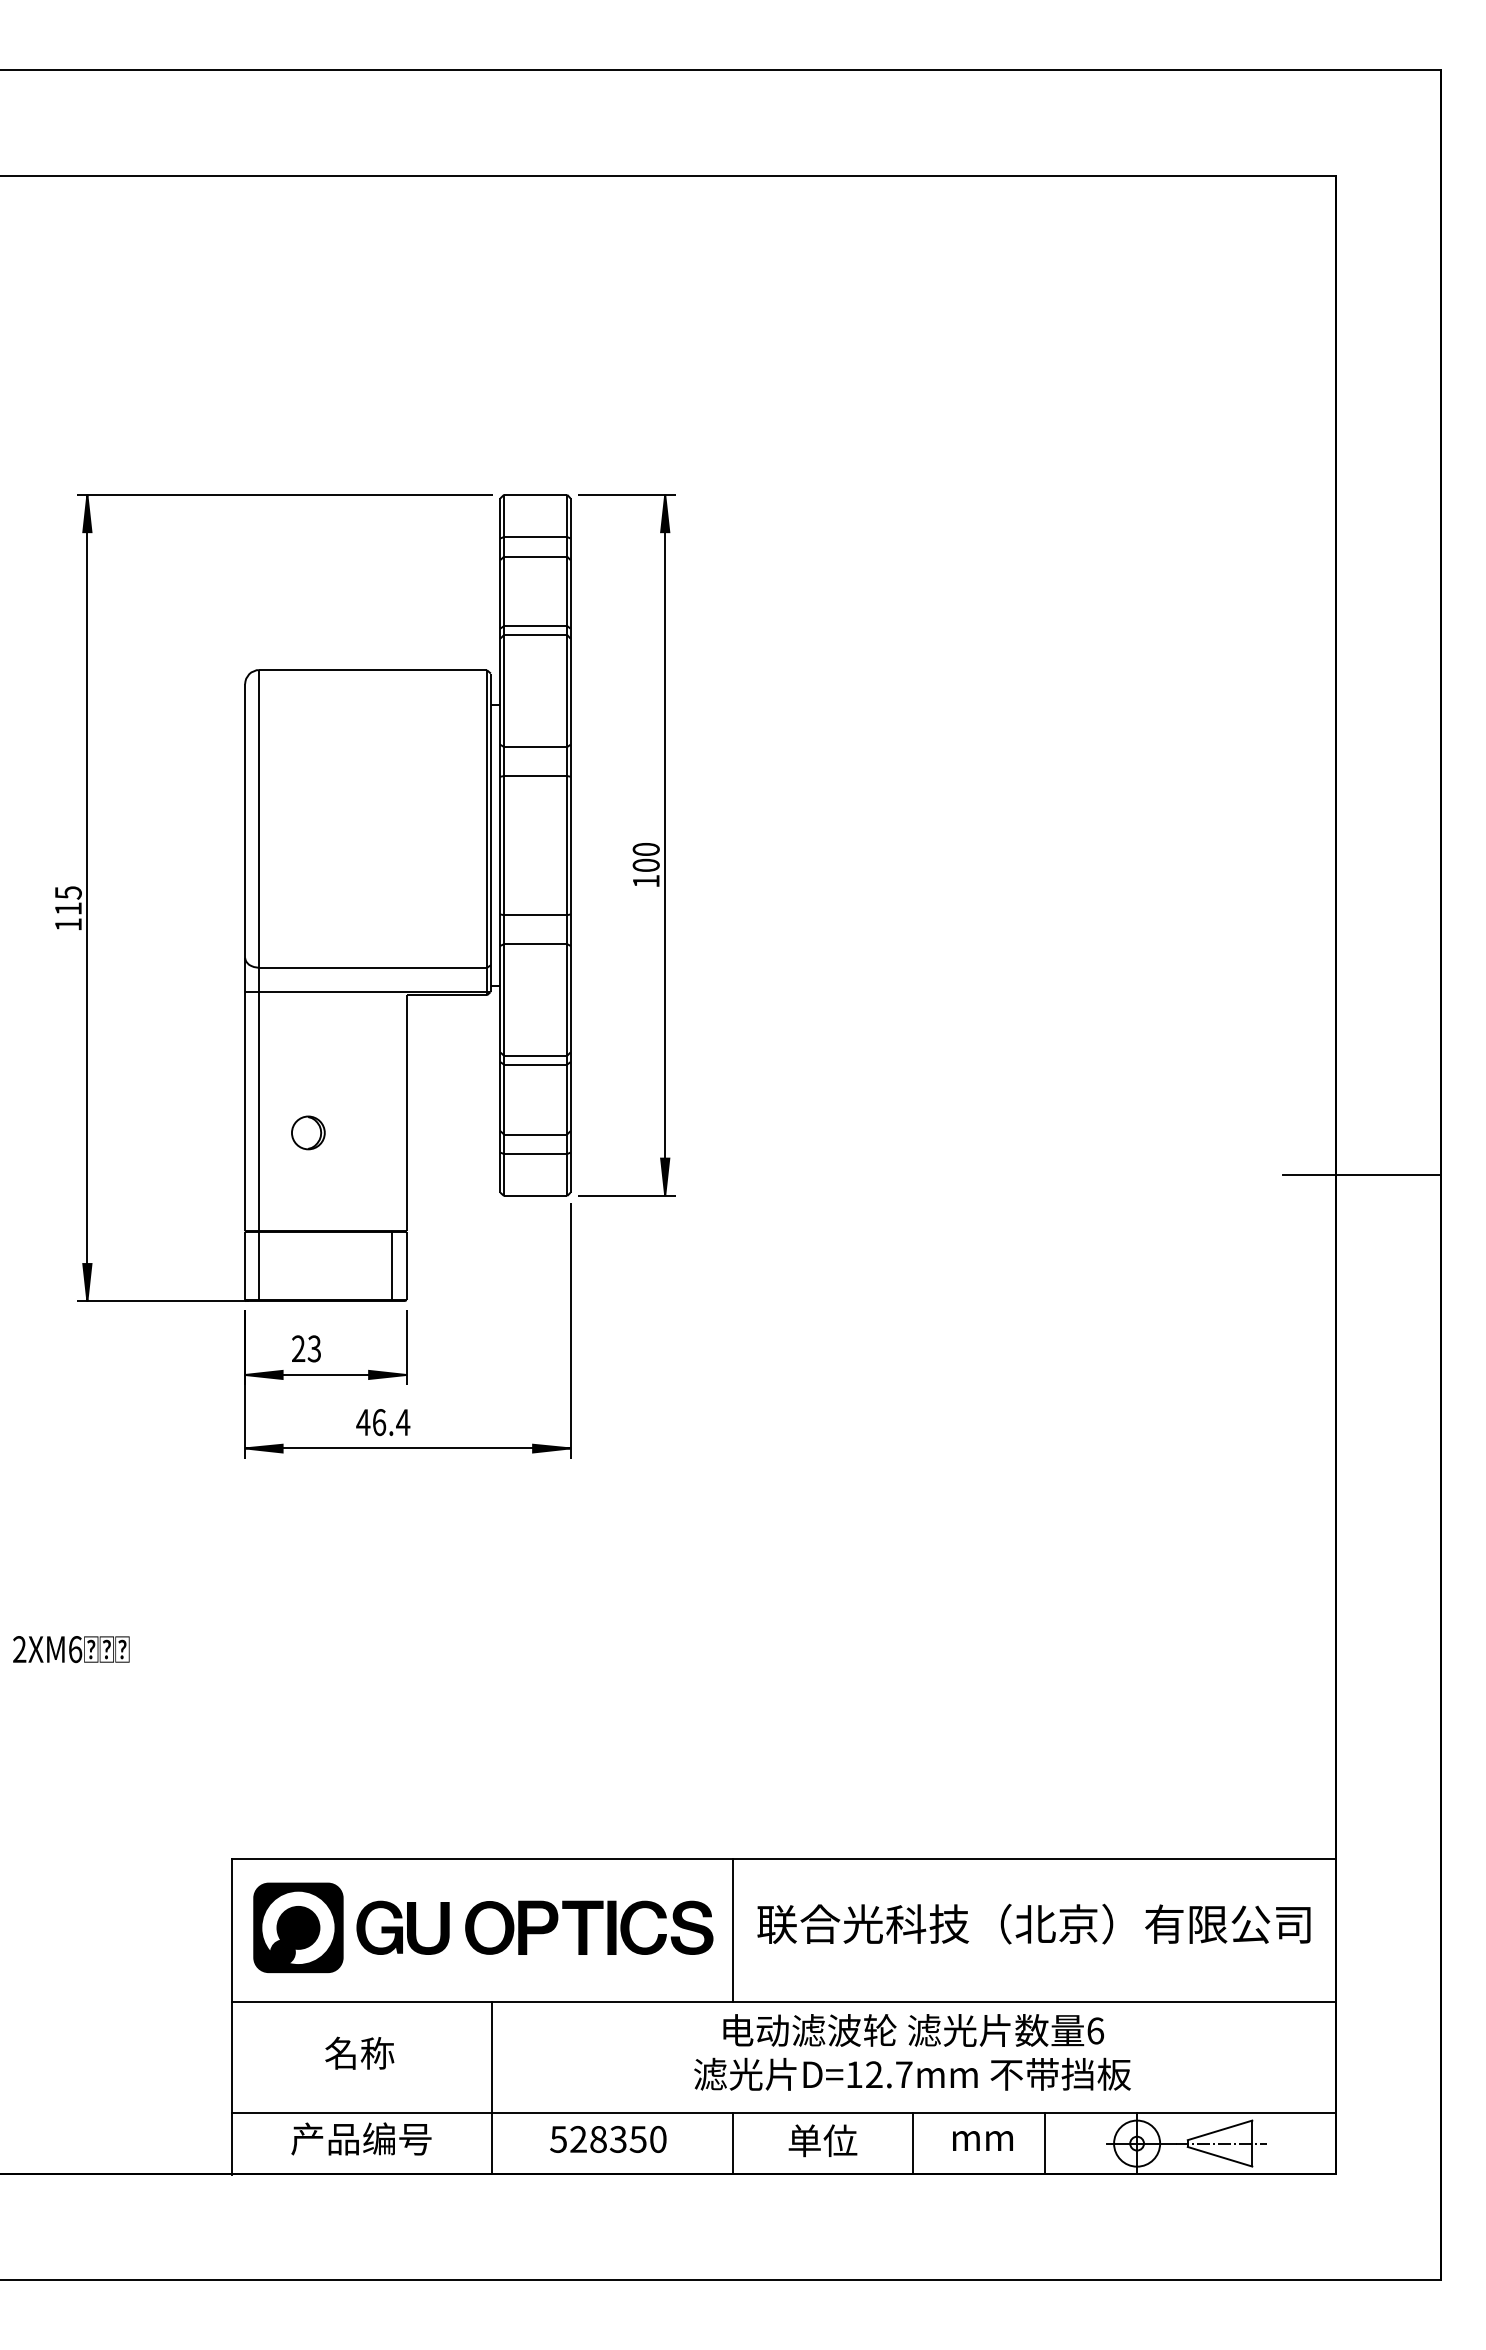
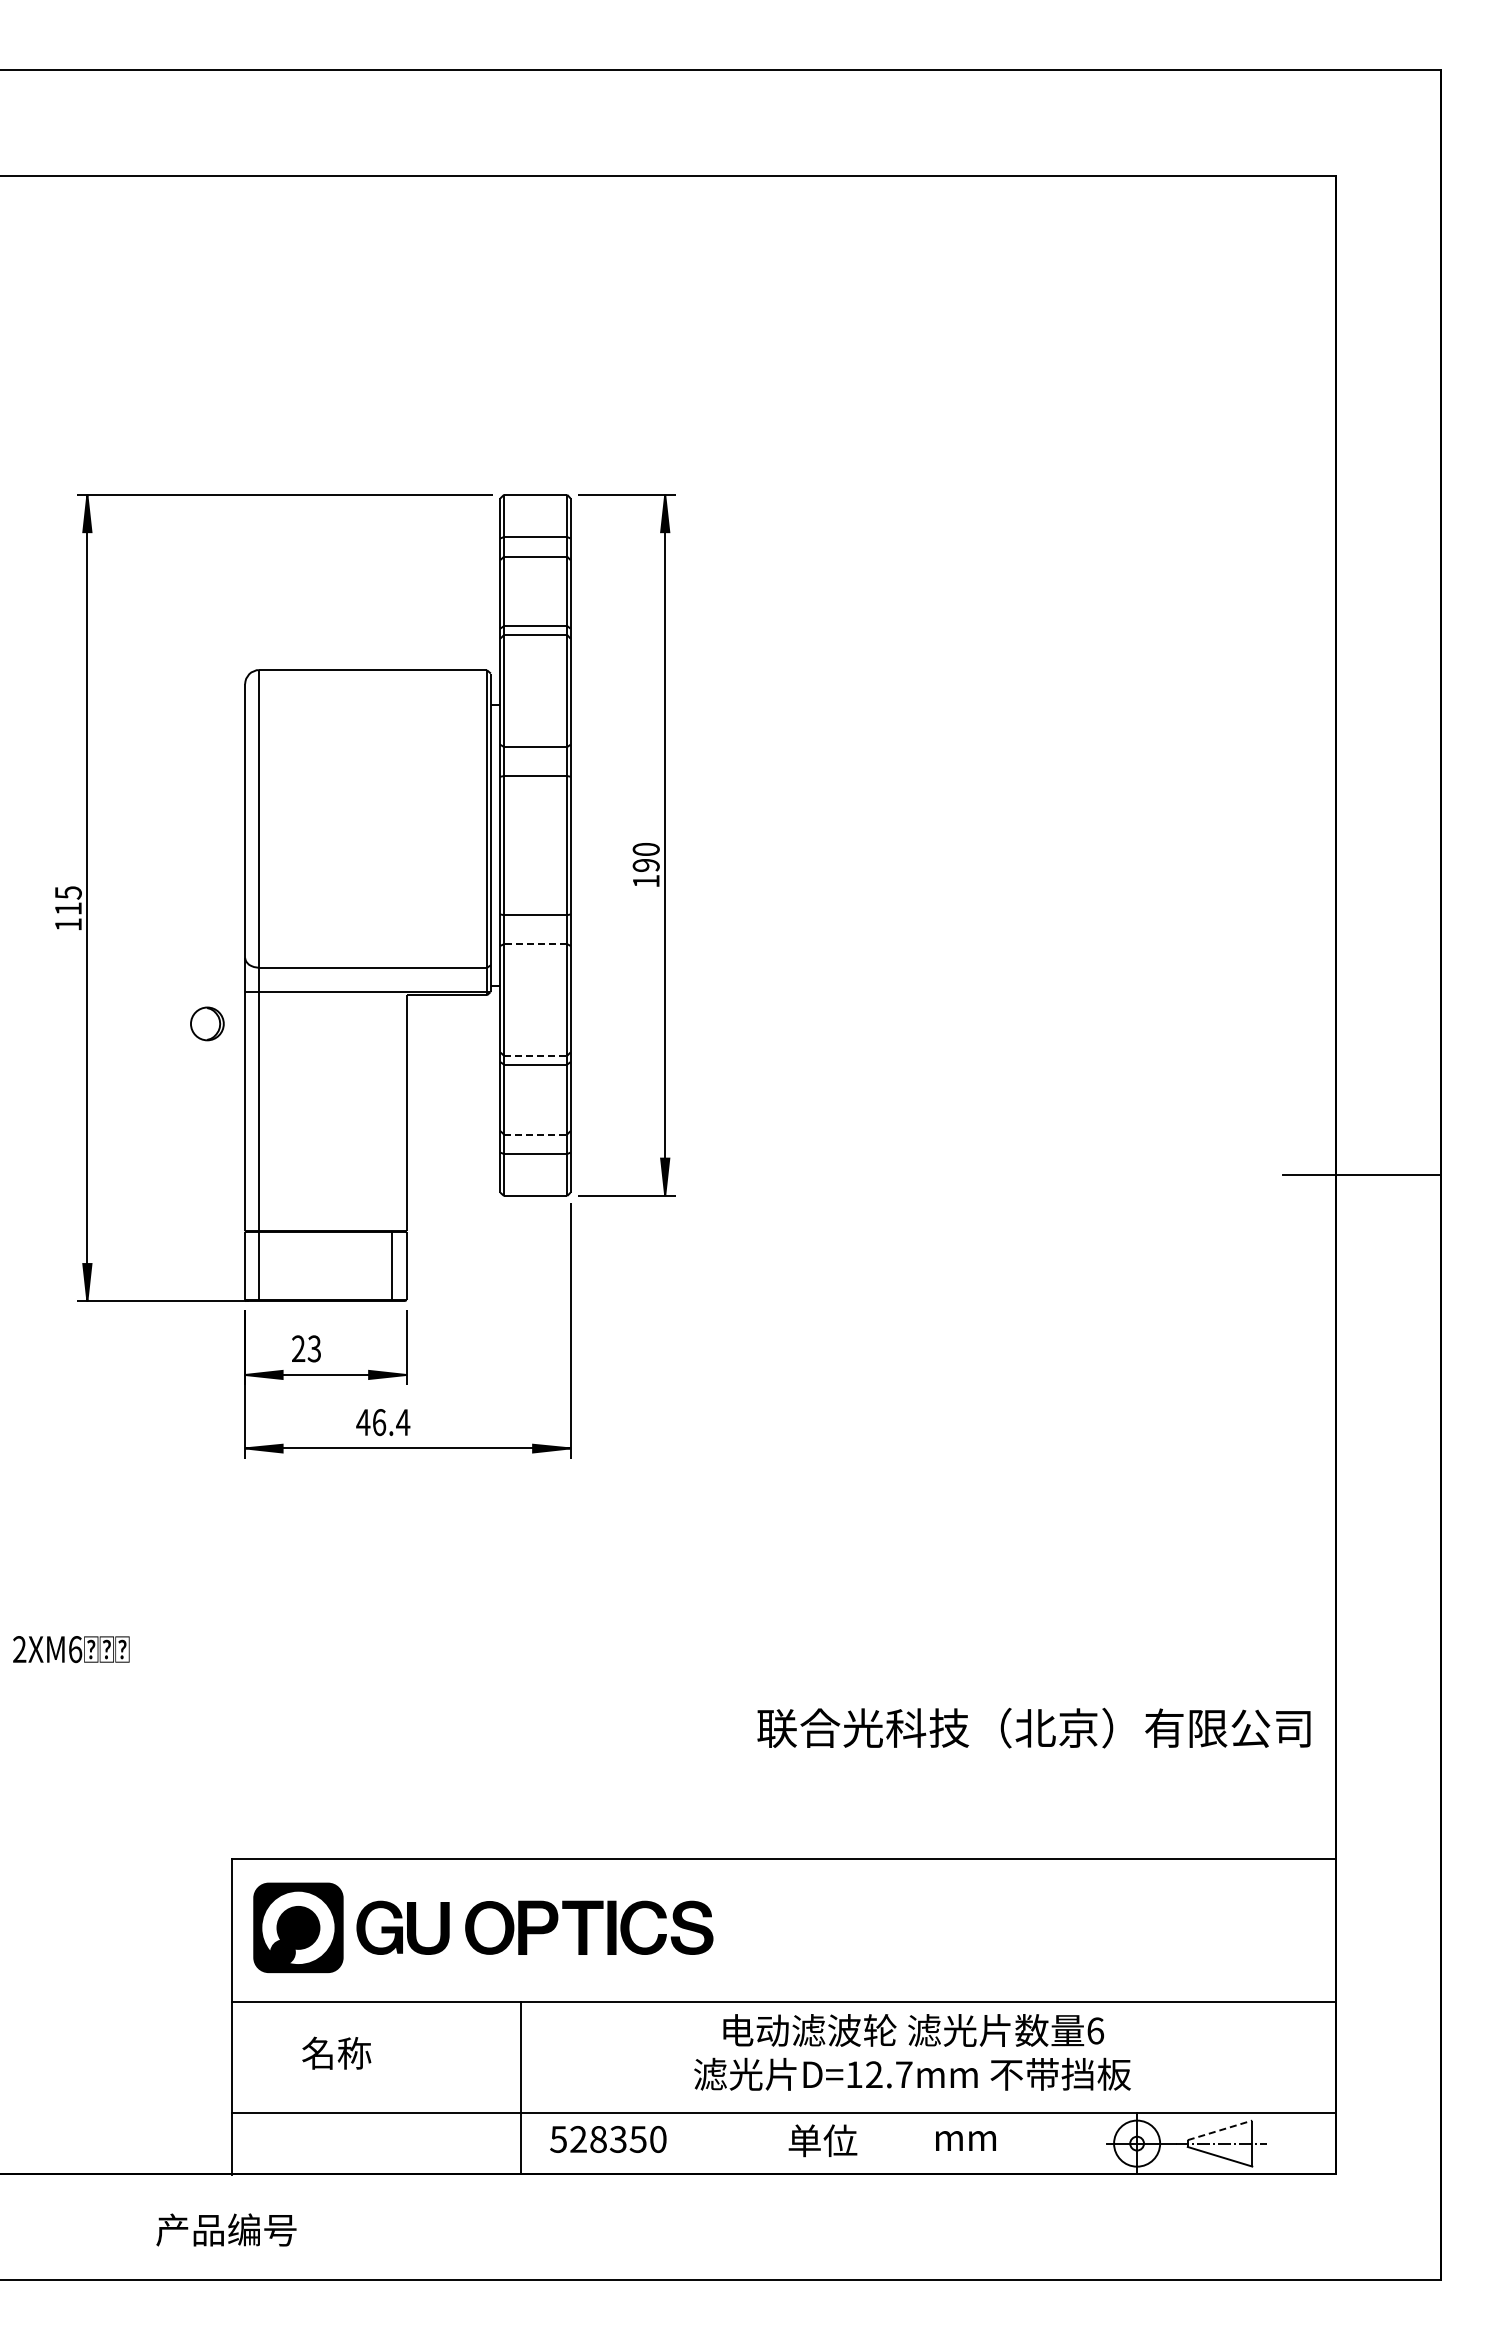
text at (645, 864): 100 -> 190
line at (535, 944): solid -> dashed
line at (535, 1055): solid -> dashed
part at (308, 1132) position: (308, 1132) -> (207, 1023)
line at (535, 1134): solid -> dashed
text at (1033, 1923) position: (1033, 1923) -> (1033, 1727)
line at (732, 1929): present -> none
text at (359, 2052) position: (359, 2052) -> (336, 2052)
line at (491, 2088) position: (491, 2088) -> (520, 2088)
line at (1220, 2130): solid -> dashed
text at (361, 2138) position: (361, 2138) -> (226, 2229)
text at (982, 2140) position: (982, 2140) -> (965, 2140)
line at (732, 2143): present -> none
line at (912, 2143): present -> none
line at (1044, 2143): present -> none
